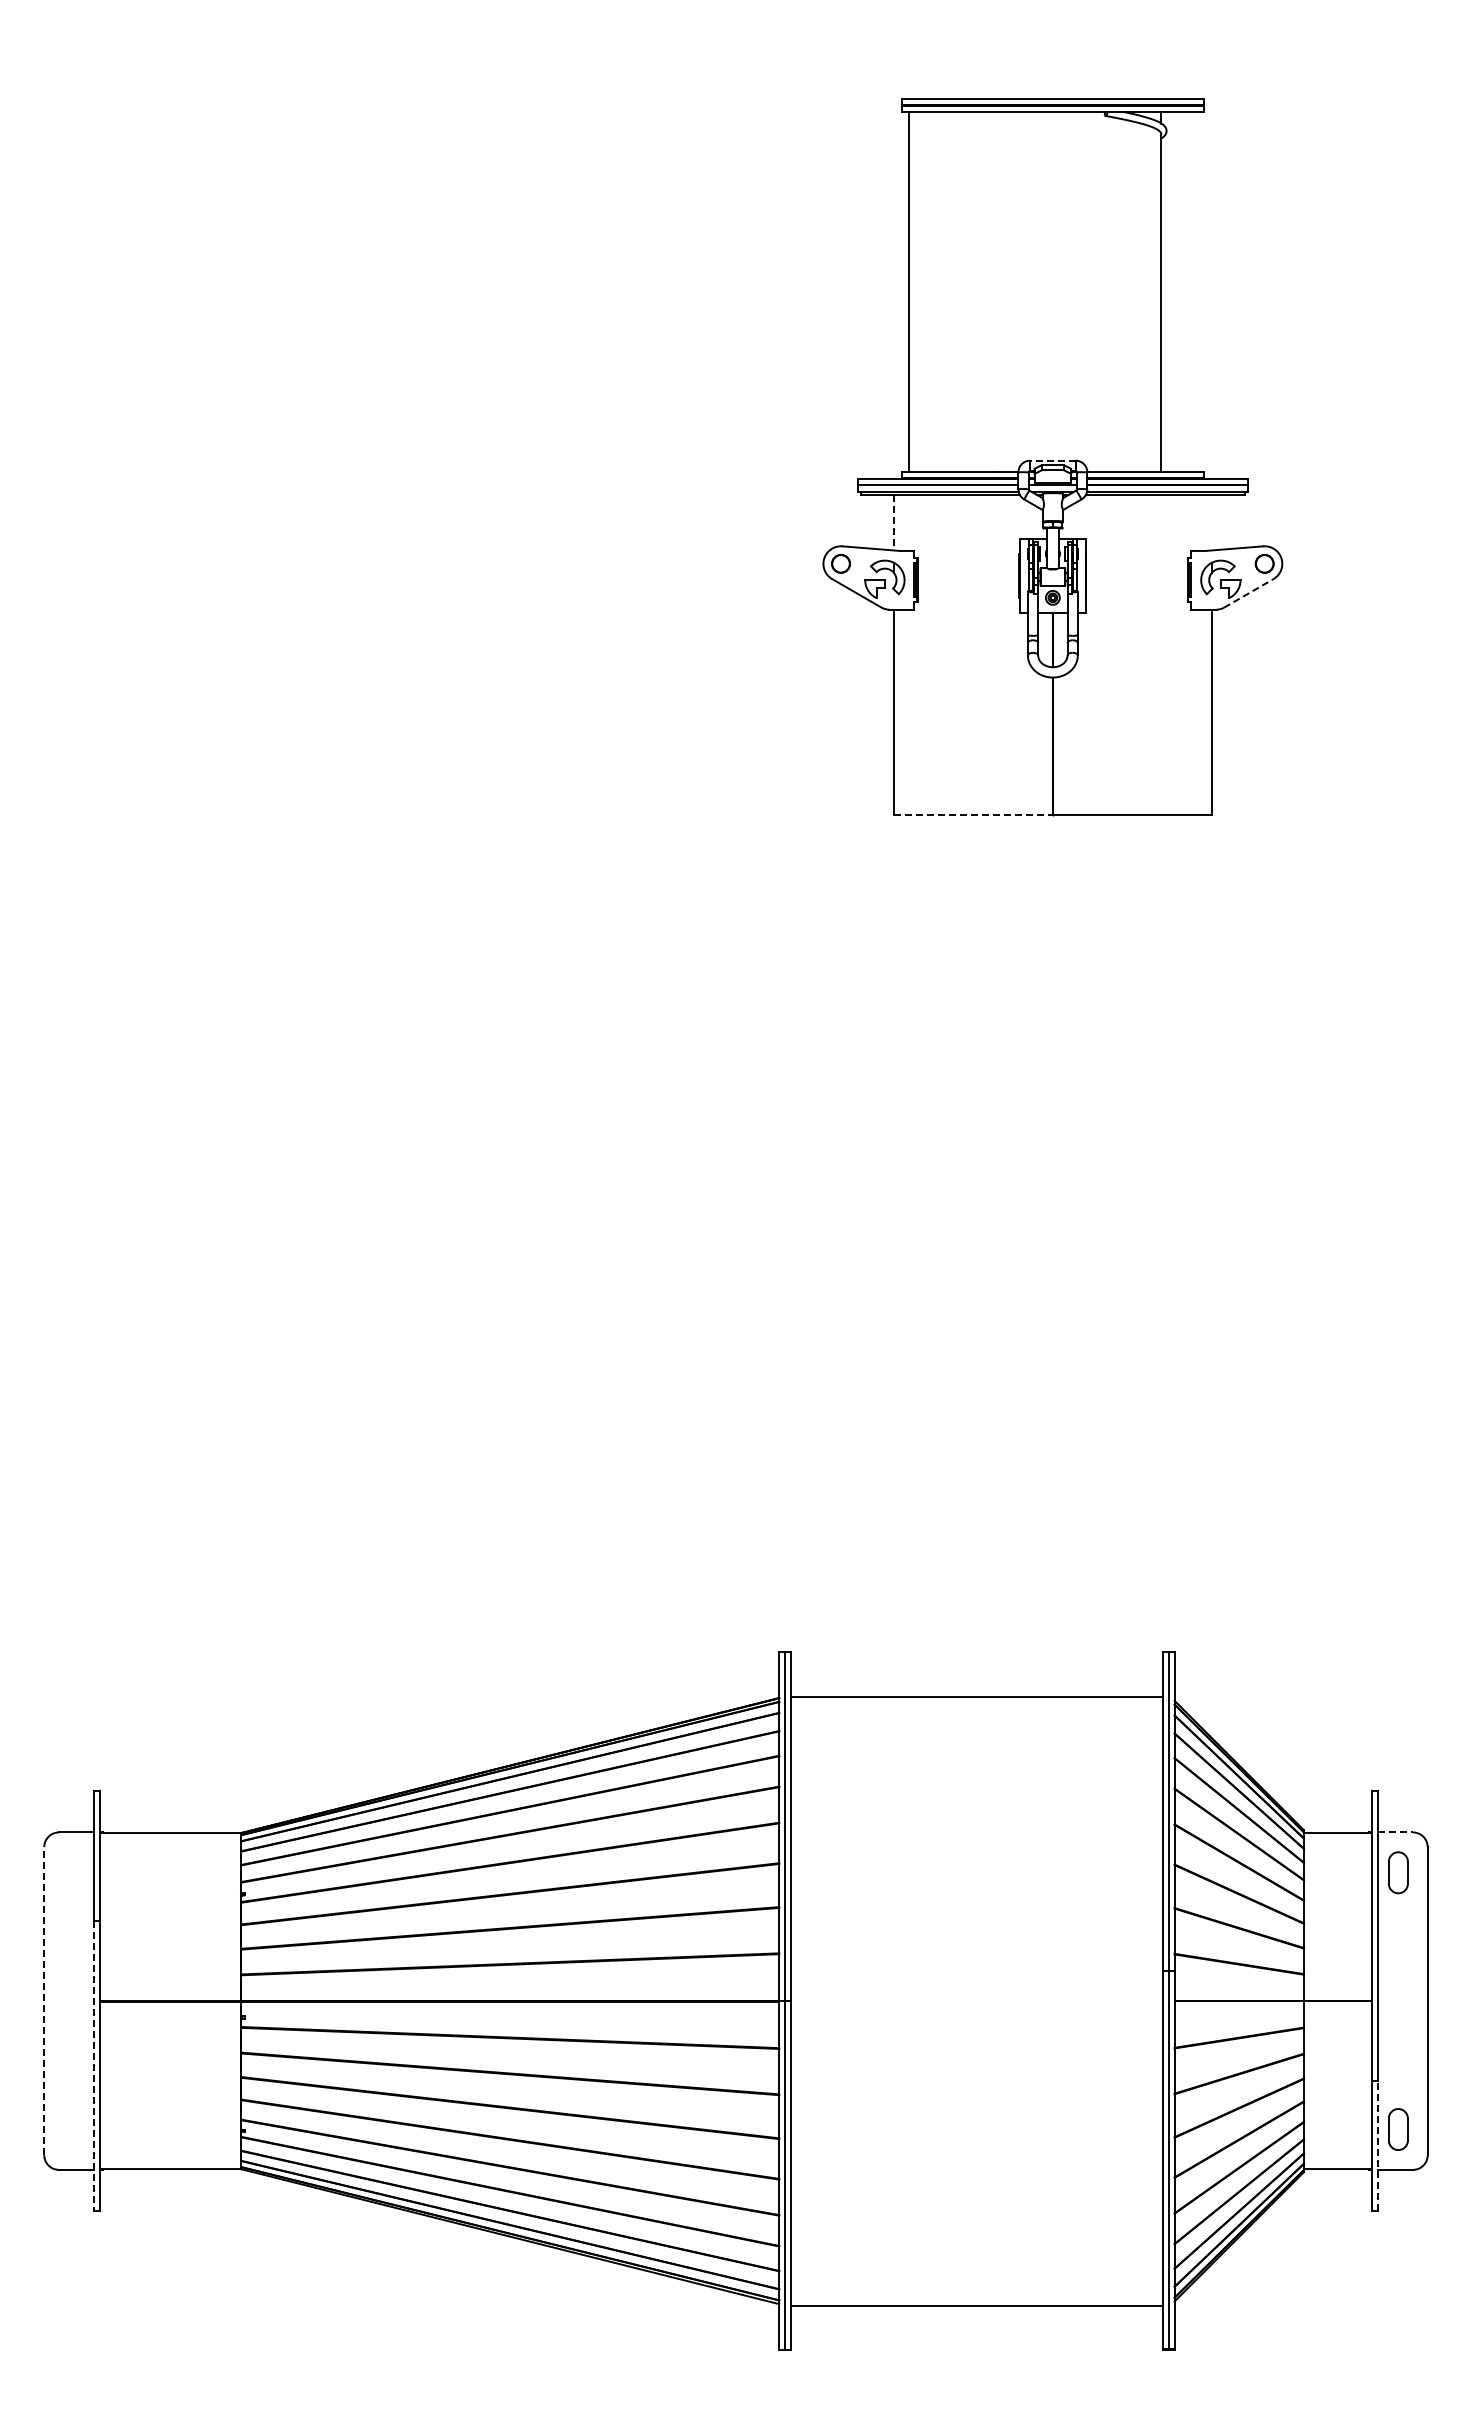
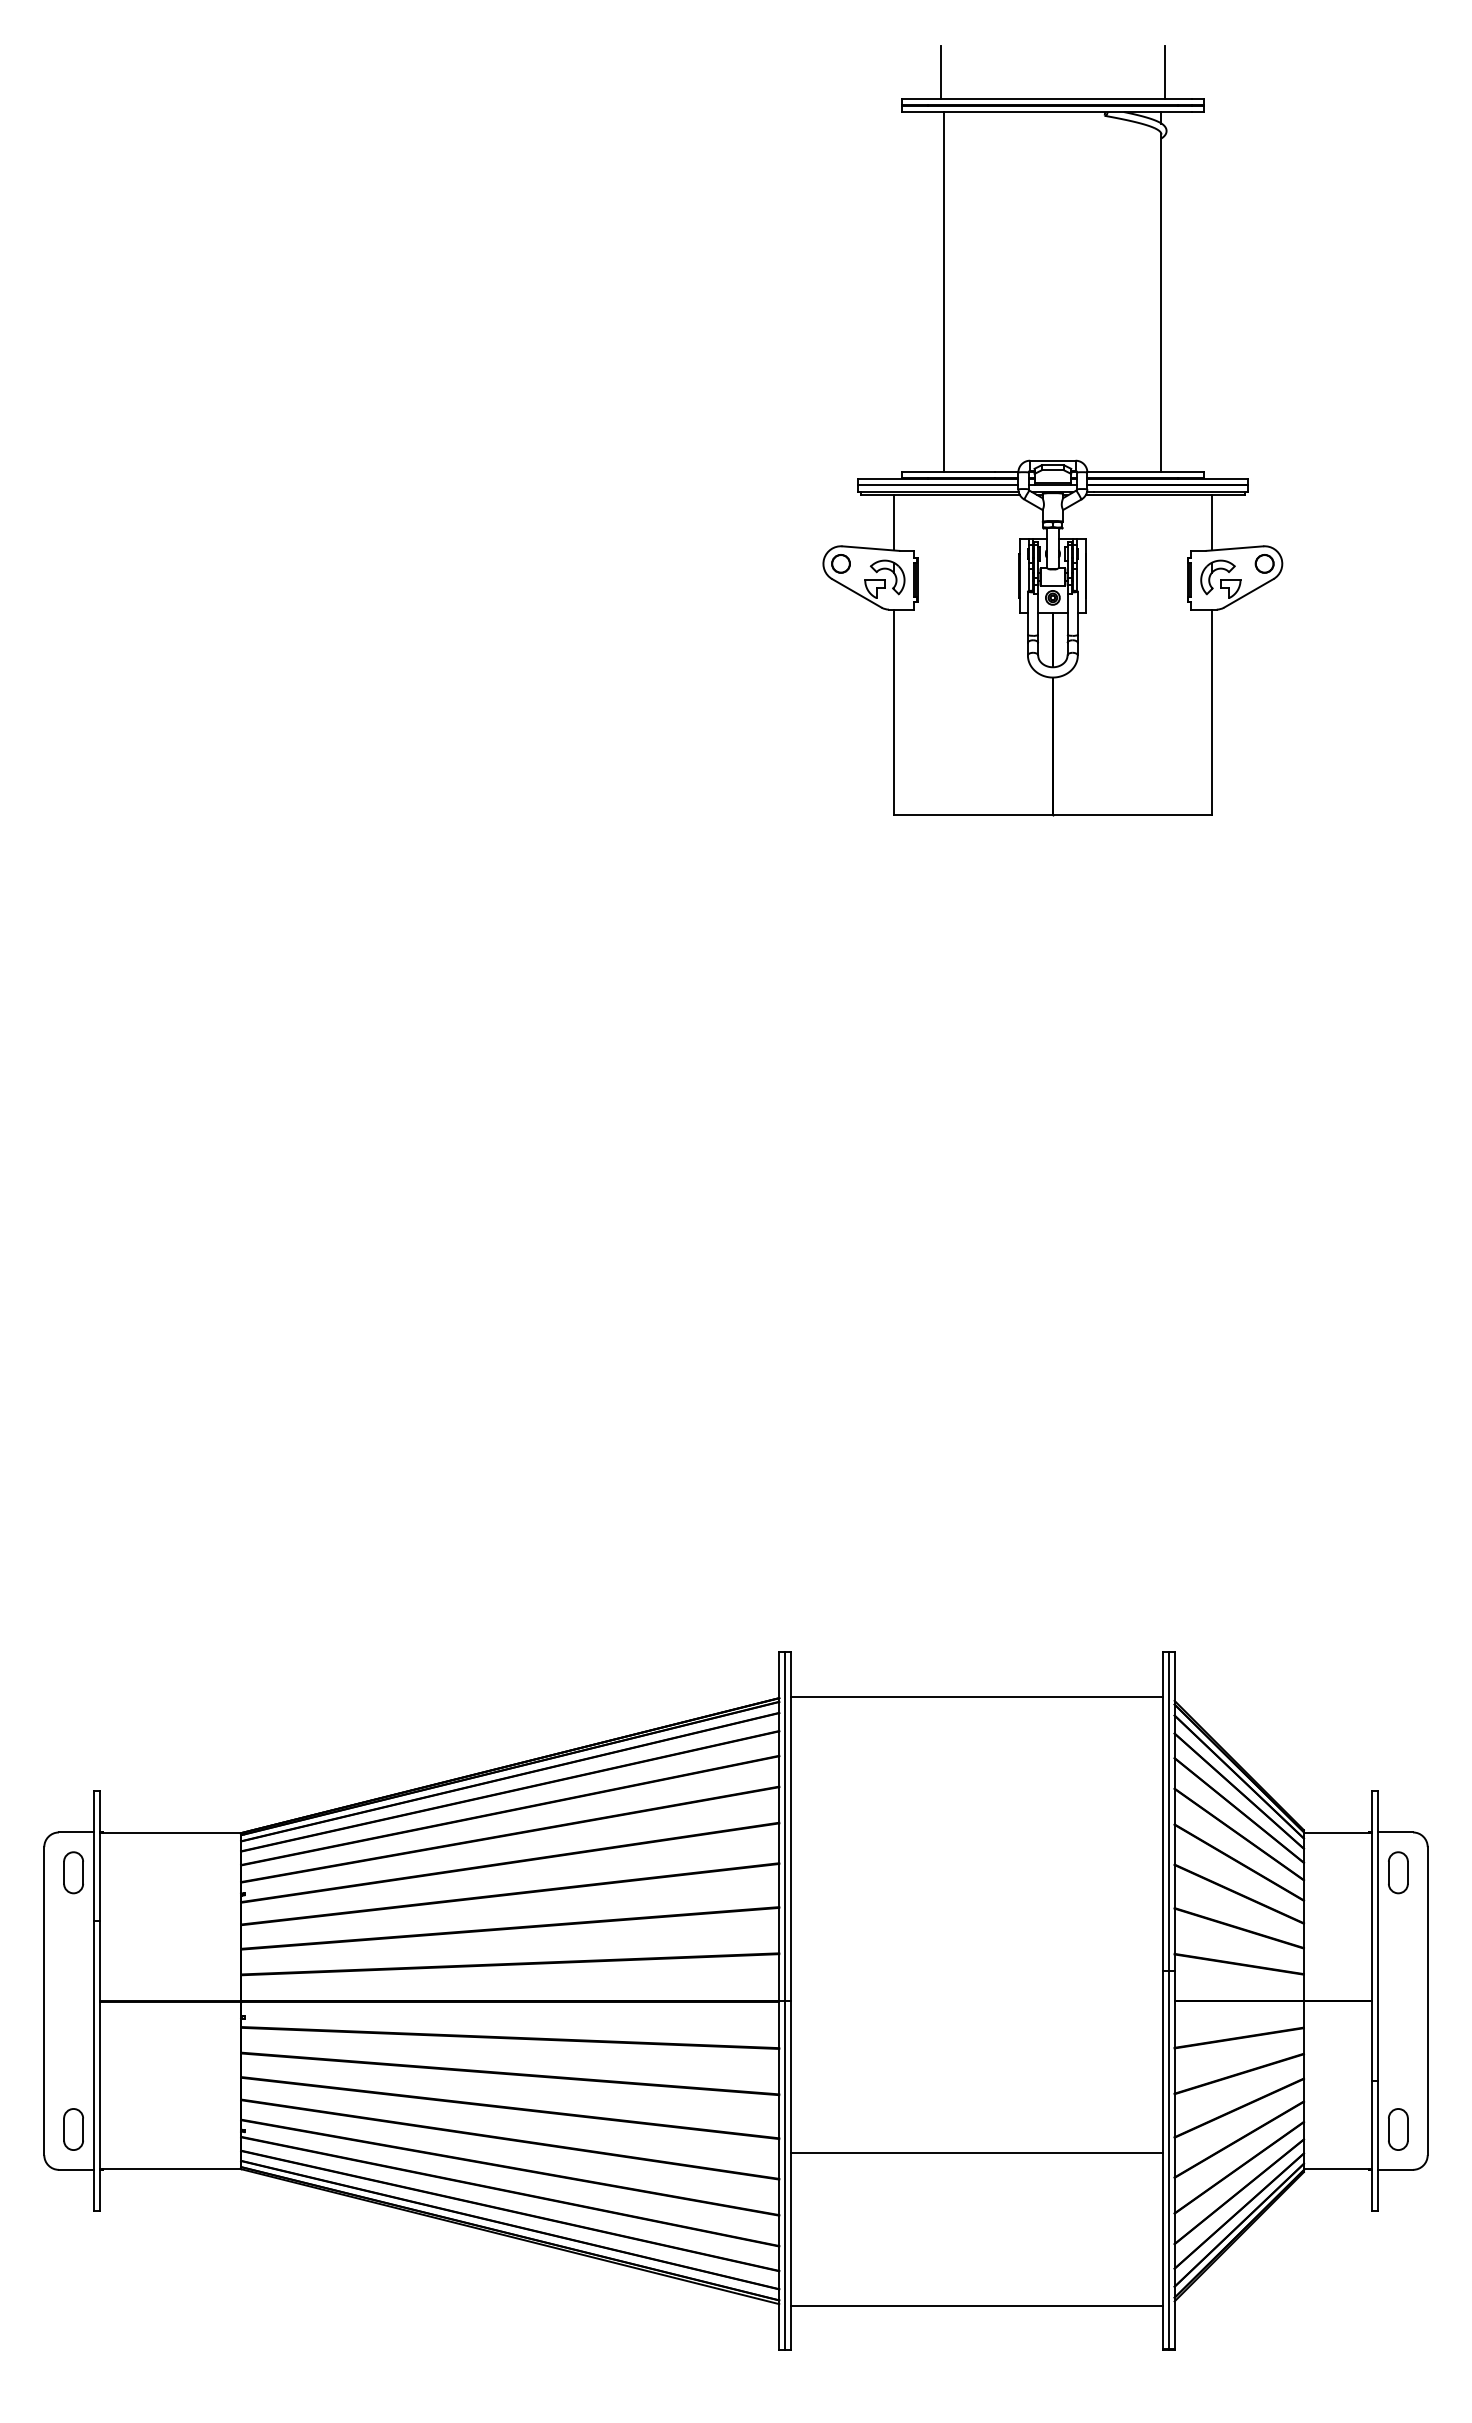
line at (940, 72): none -> present
line at (1165, 72): none -> present
line at (909, 292) position: (909, 292) -> (944, 292)
line at (1052, 460): dashed -> solid
line at (893, 522): dashed -> solid
line at (1212, 522): none -> present
line at (1248, 593): dashed -> solid
line at (973, 815): dashed -> solid
line at (1395, 1832): dashed -> solid
part at (73, 1872): none -> present
line at (44, 2000): dashed -> solid
line at (94, 2066): dashed -> solid
part at (73, 2129): none -> present
line at (1377, 2146): dashed -> solid
line at (976, 2152): none -> present
